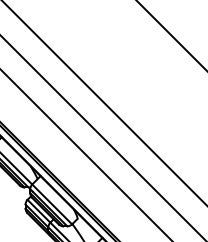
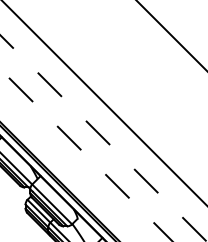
line at (103, 138): solid -> dashed
line at (86, 155): solid -> dashed
